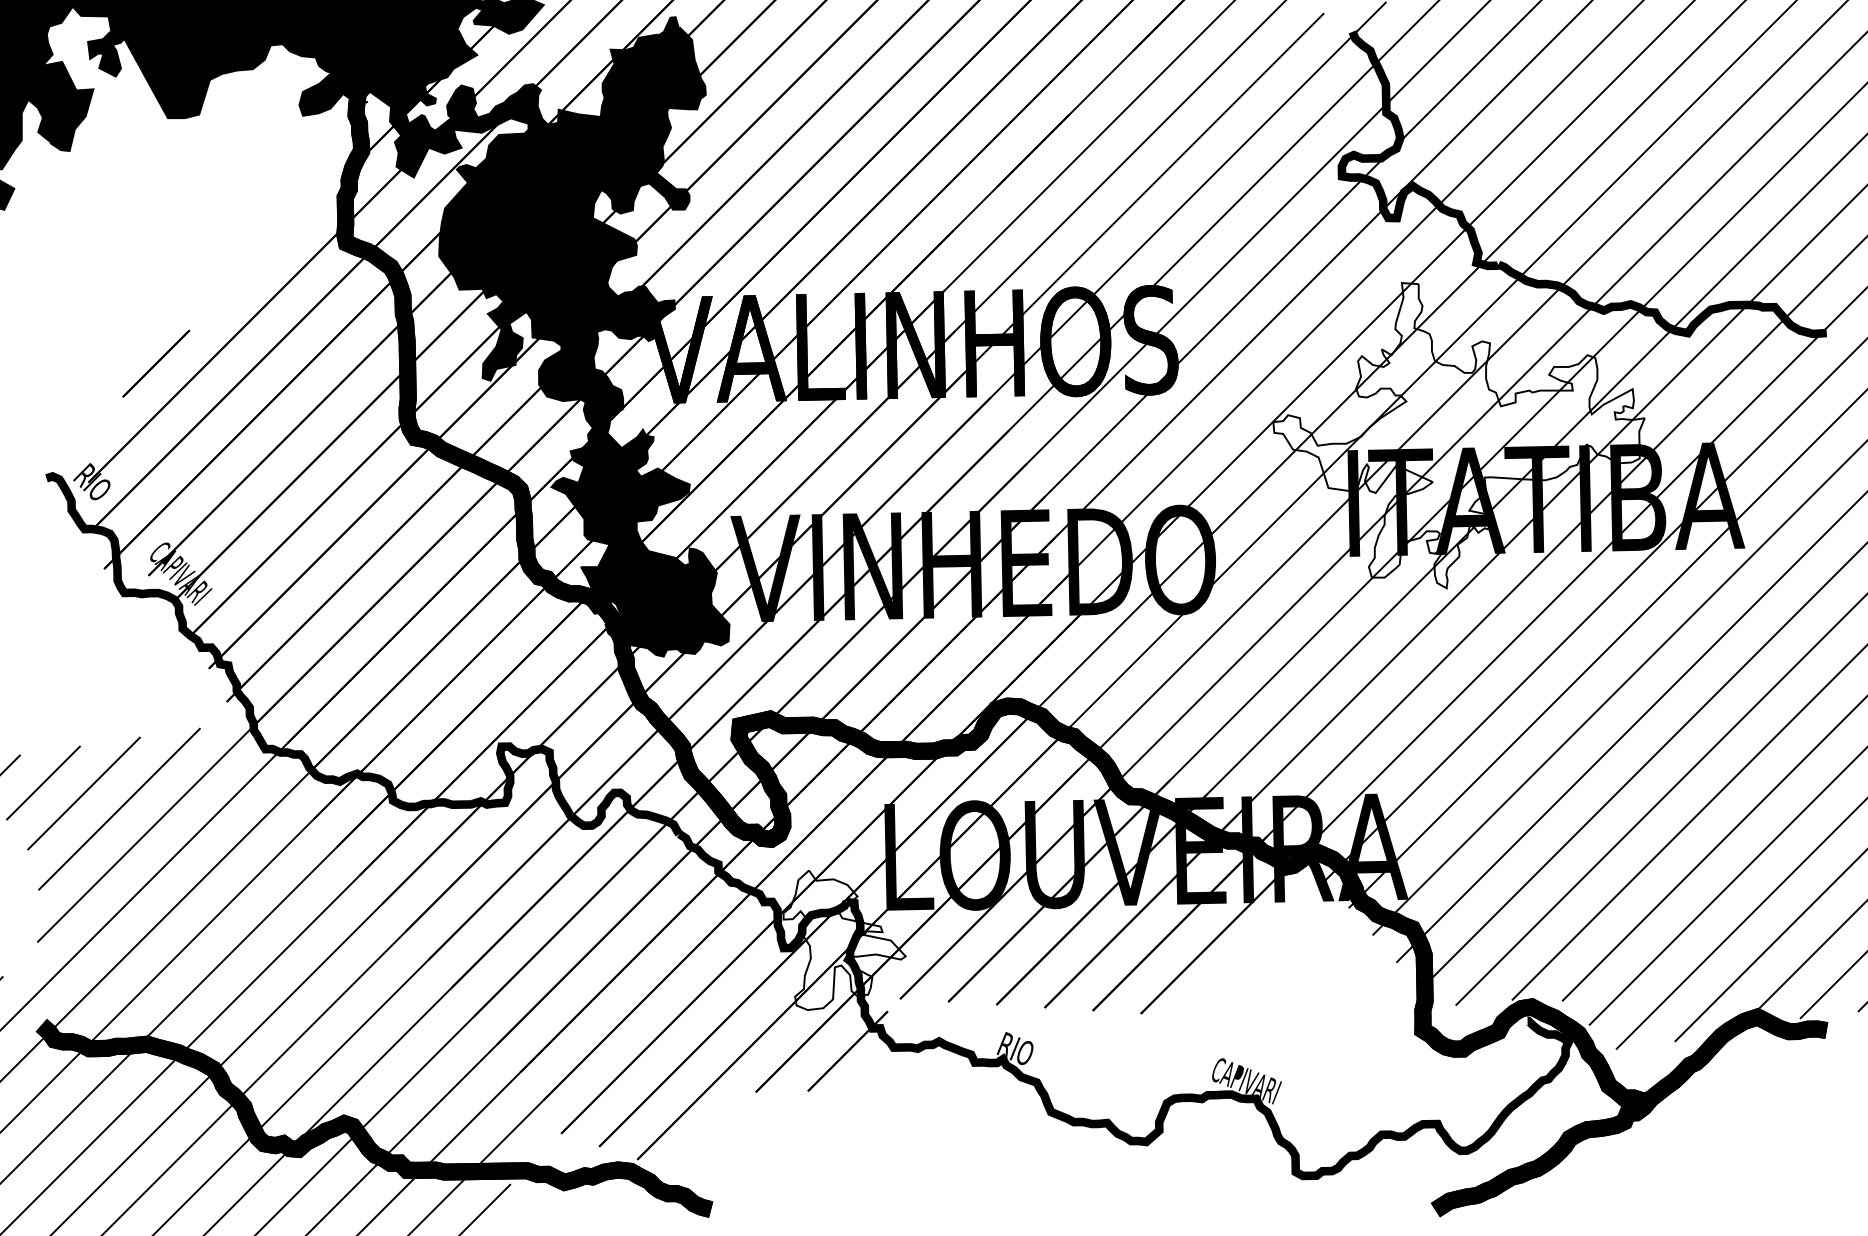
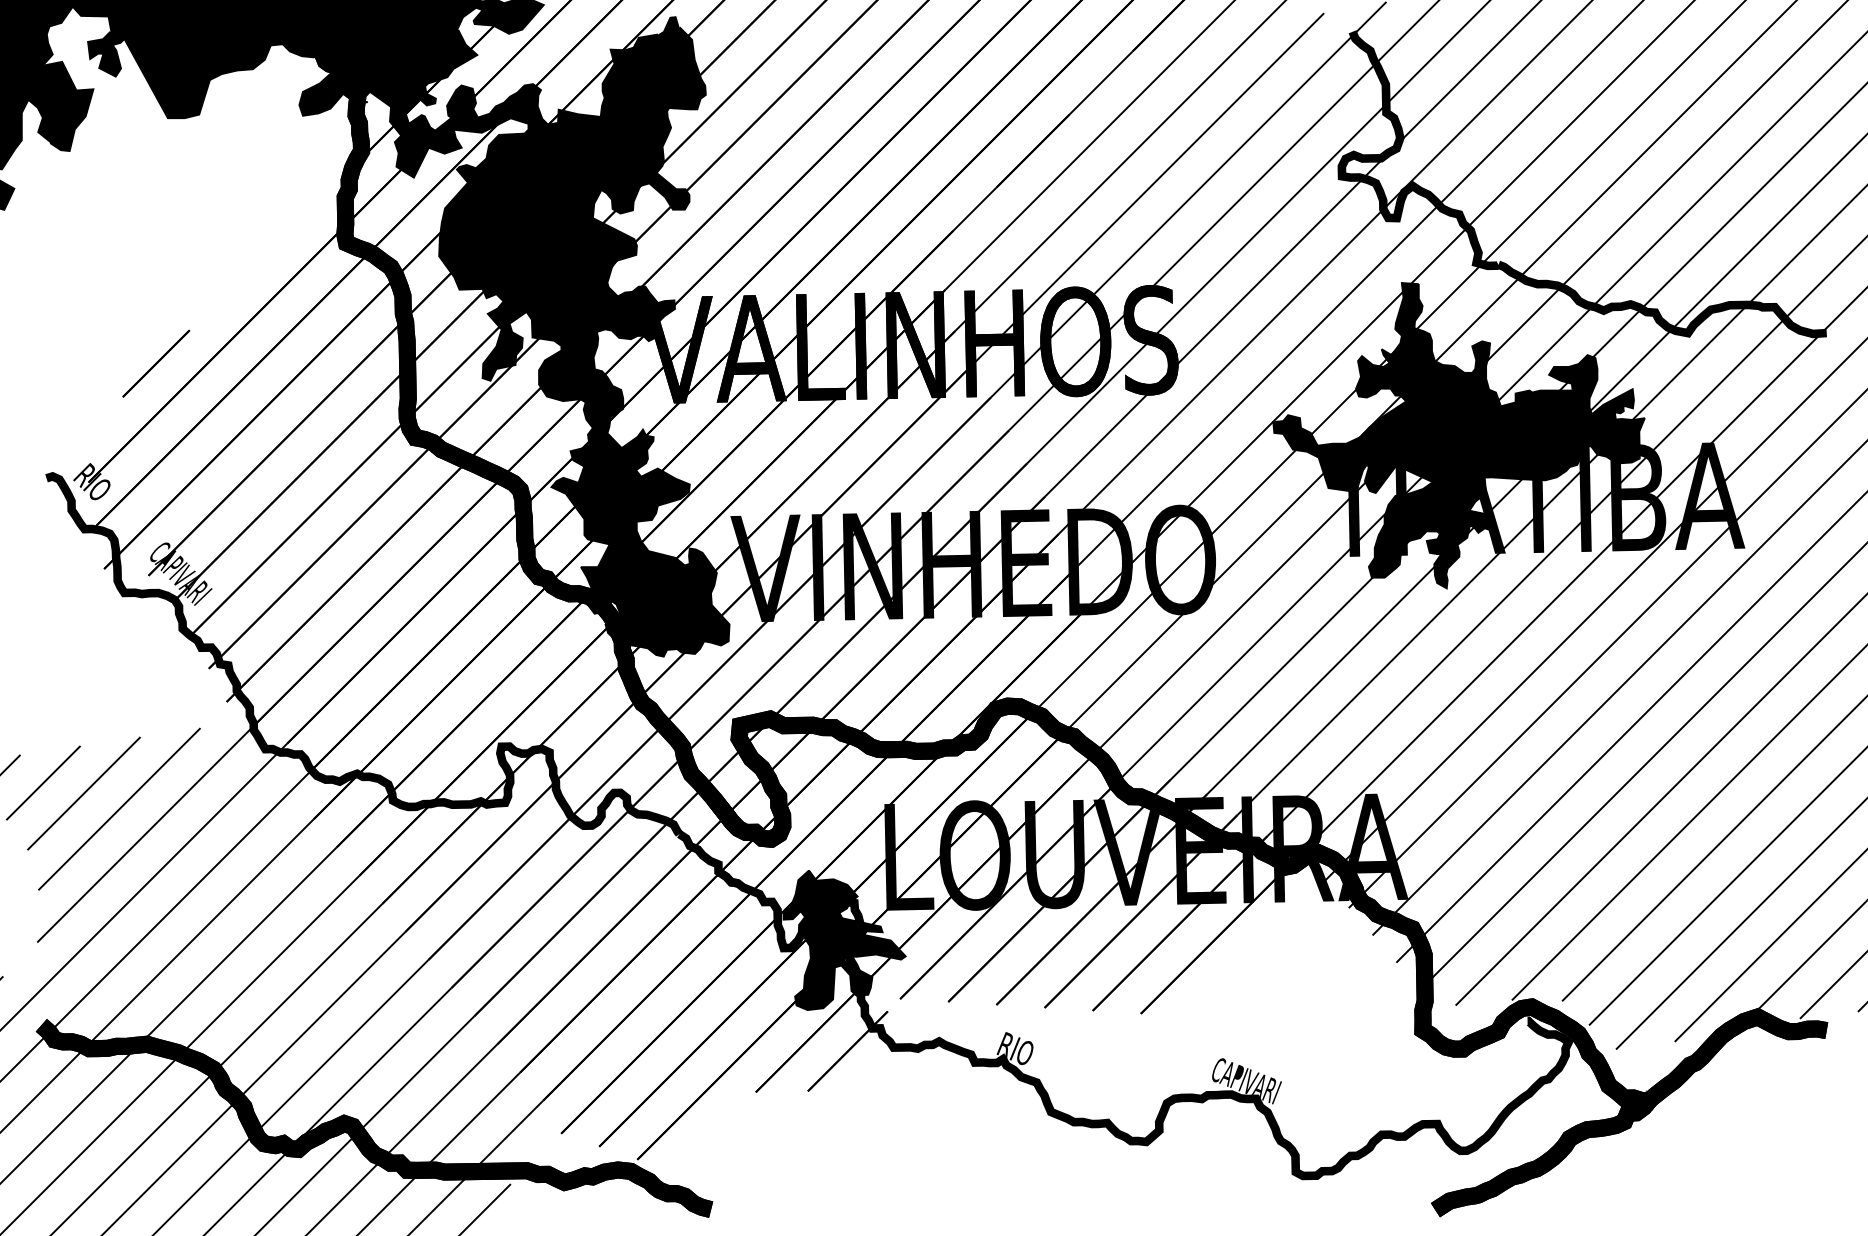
fill at (1458, 435): none -> present
fill at (844, 940): none -> present
